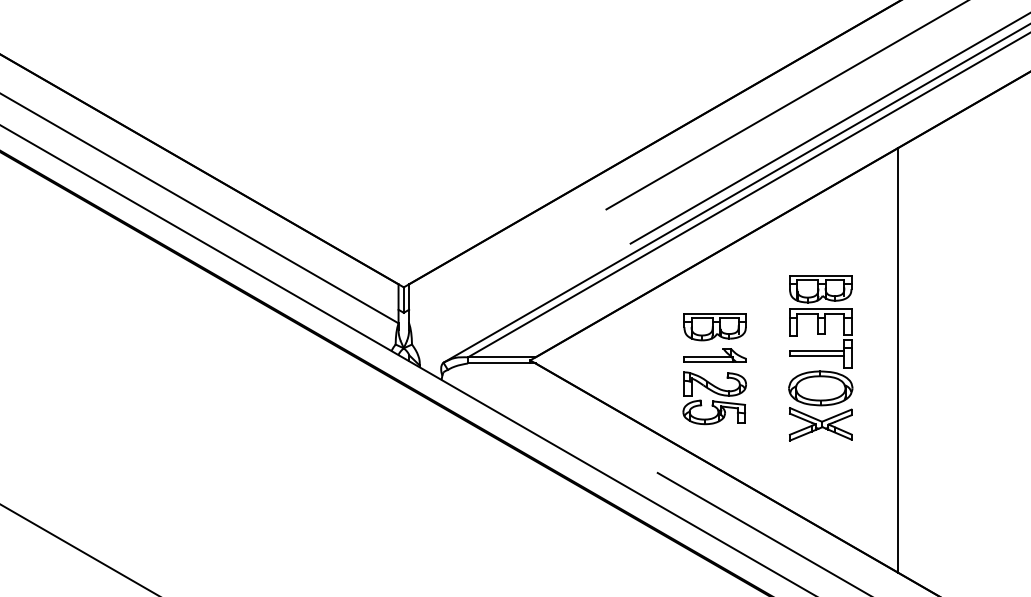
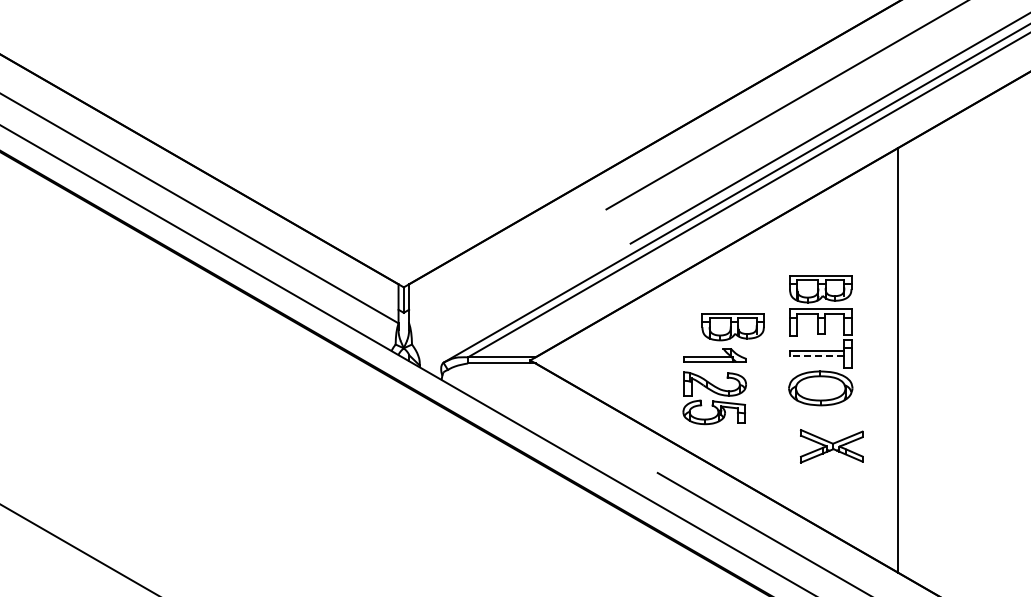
part at (714, 327) position: (714, 327) -> (732, 327)
line at (816, 356): solid -> dashed
part at (820, 424) position: (820, 424) -> (831, 446)
